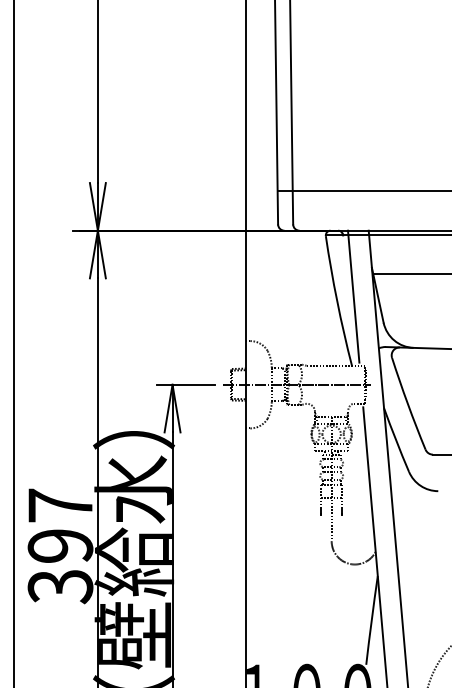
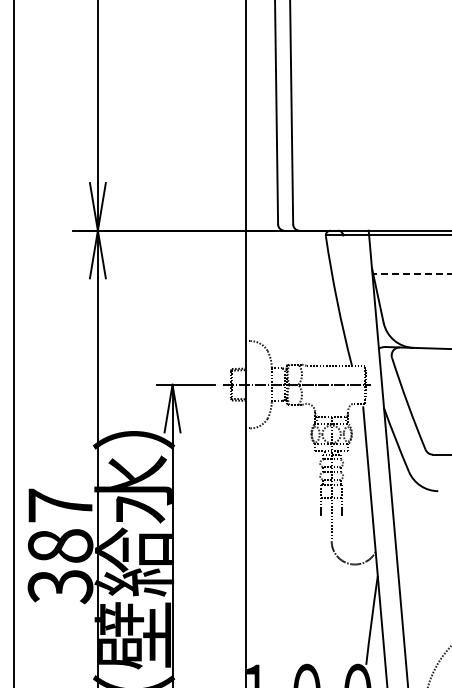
line at (362, 190): present -> none
line at (412, 273): solid -> dashed
line at (353, 296): present -> none
text at (60, 545): 397 -> 387
